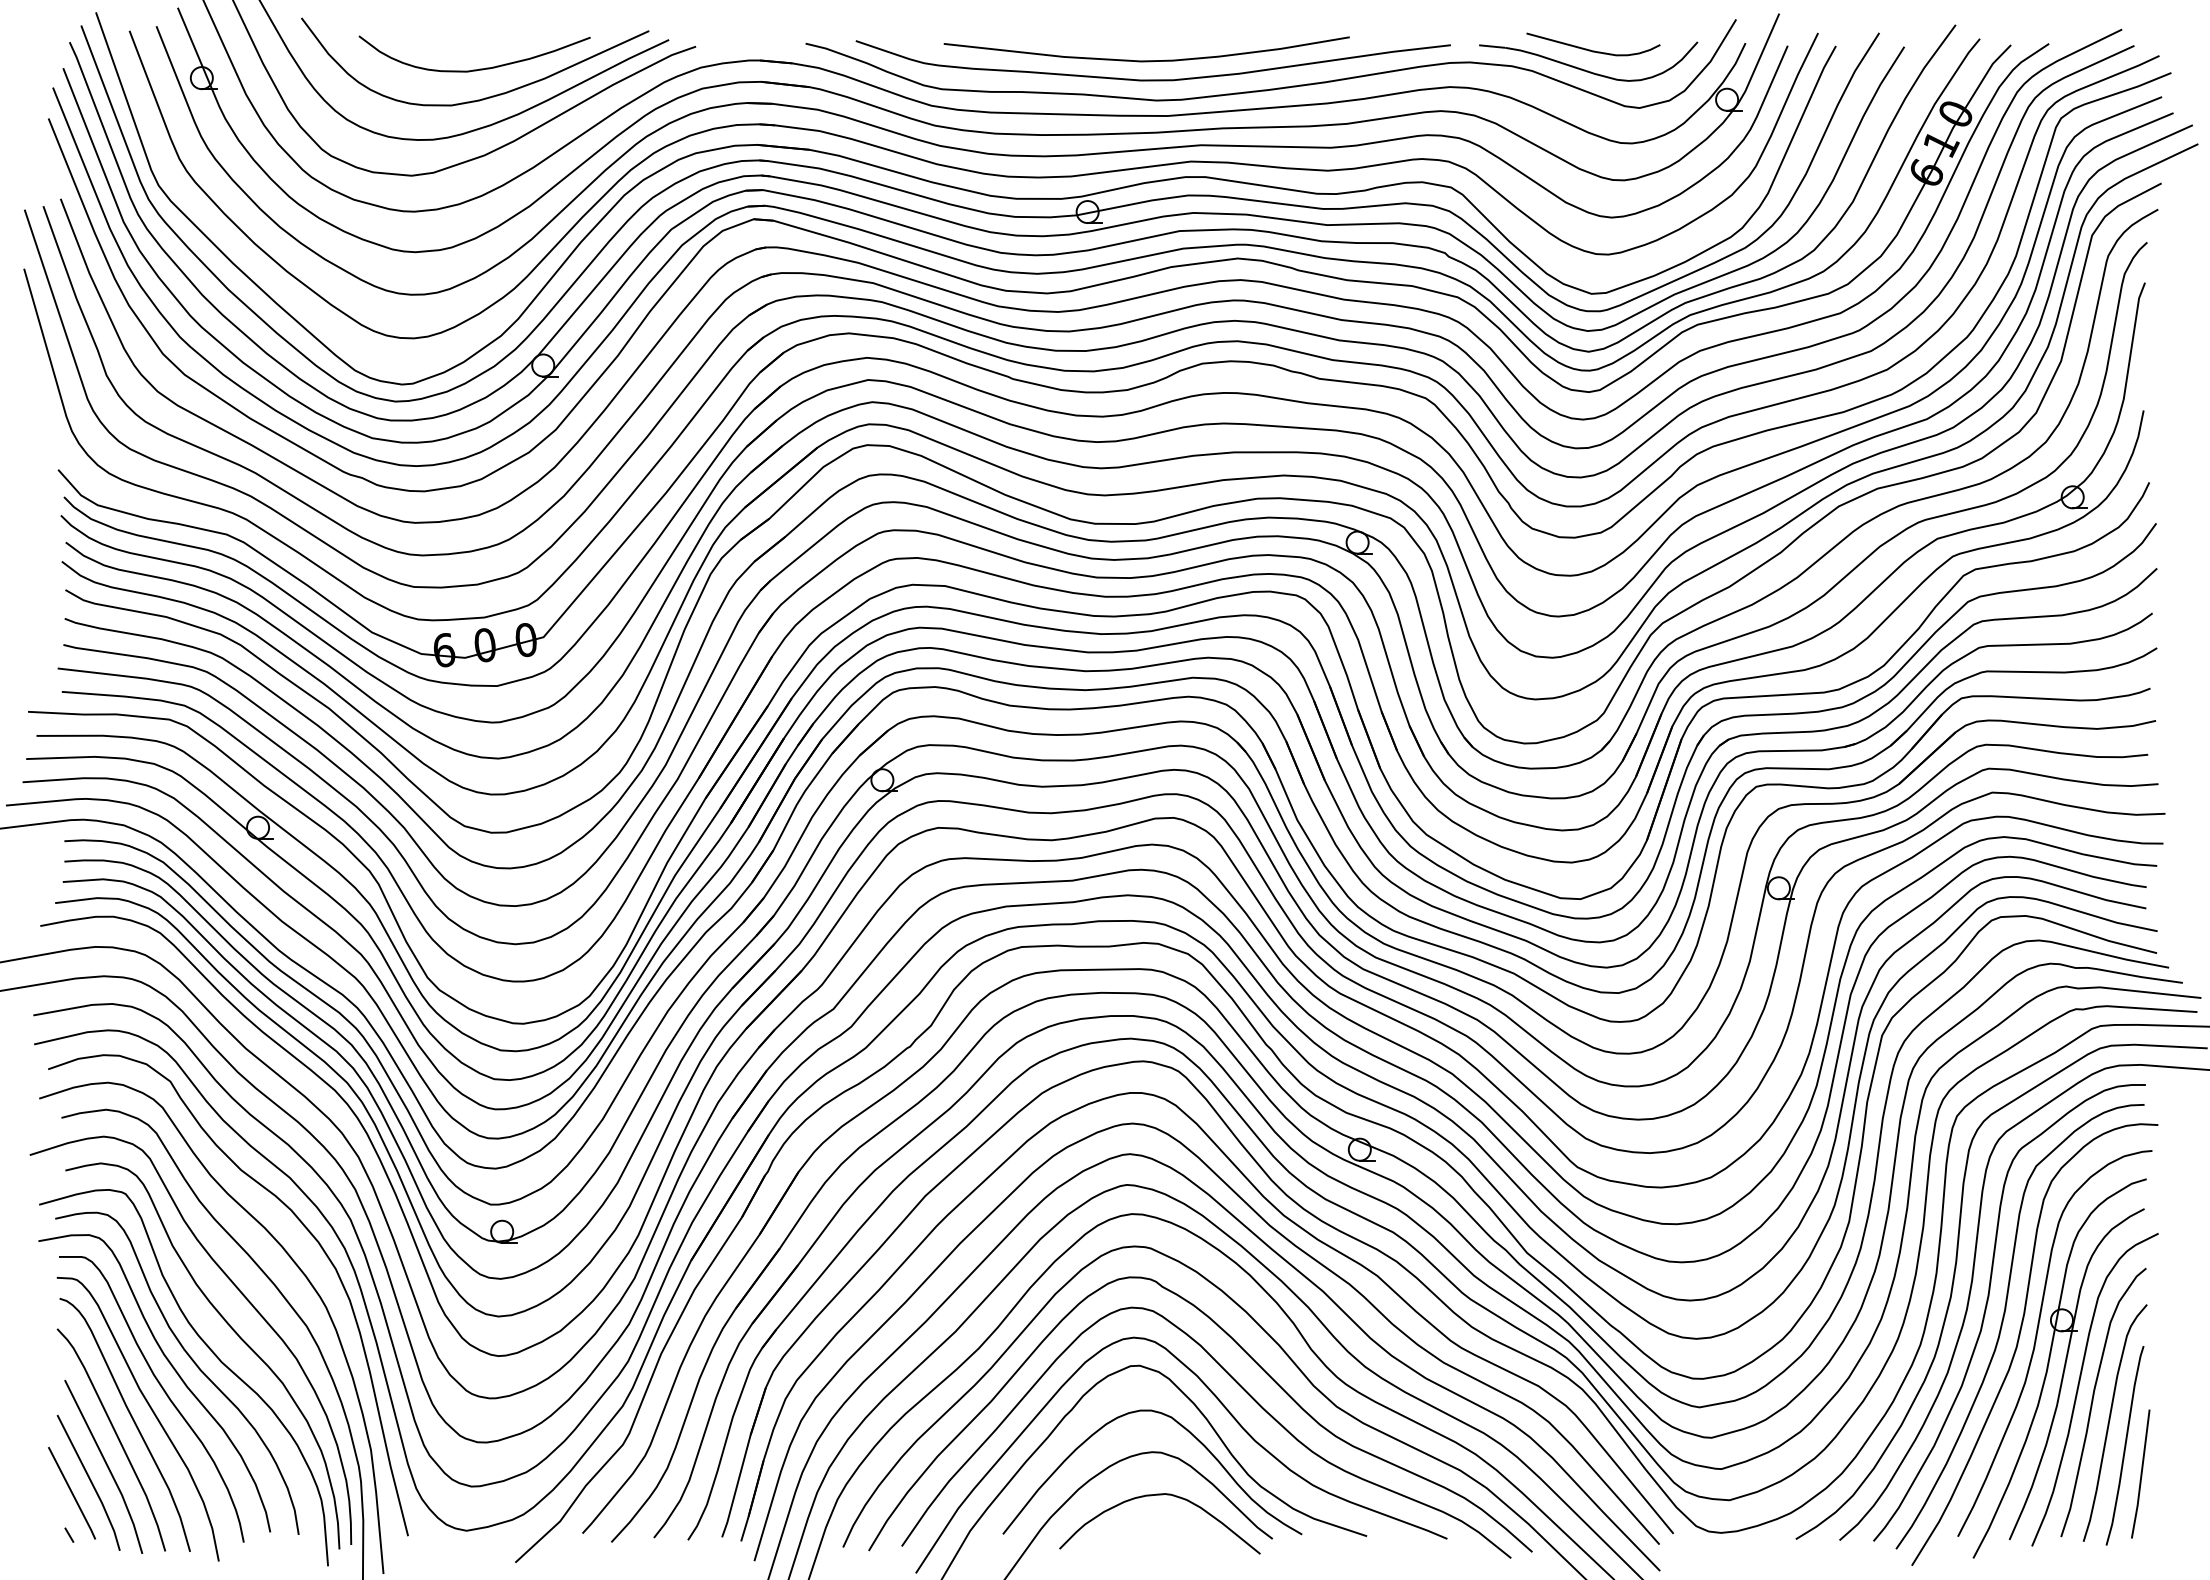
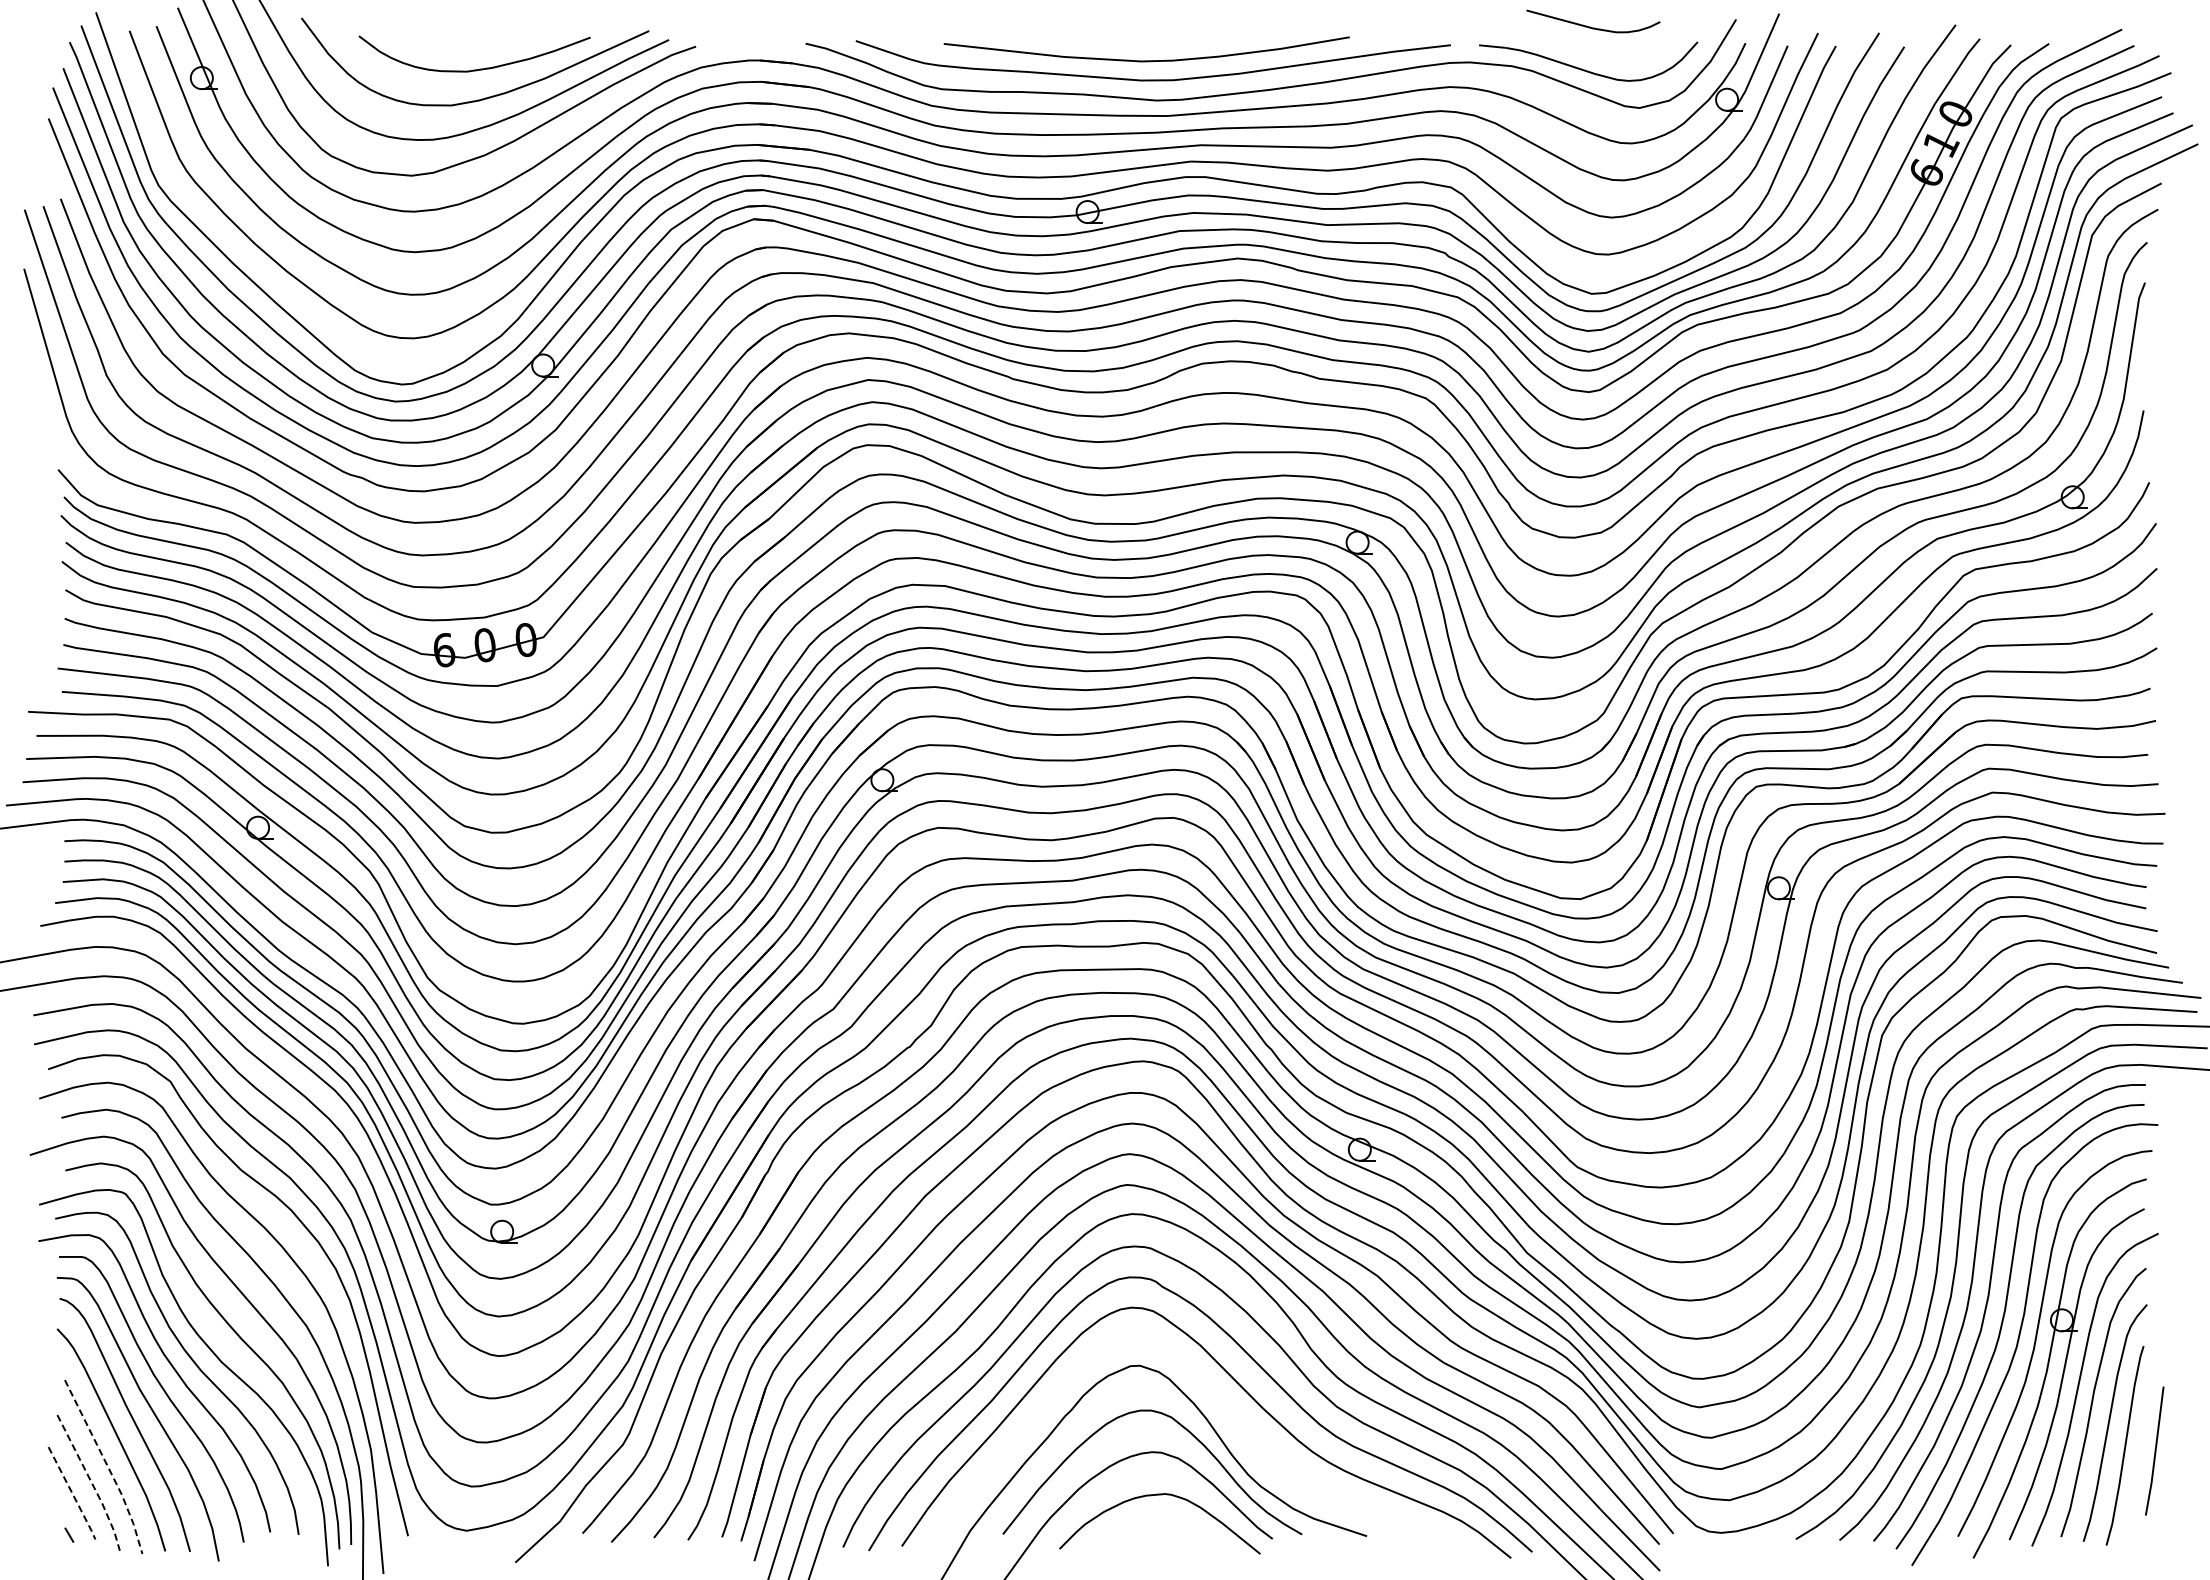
curve at (1590, 49) position: (1590, 49) -> (1590, 26)
curve at (1230, 1415): present -> none
line at (107, 1466): solid -> dashed
line at (2140, 1473) position: (2140, 1473) -> (2154, 1450)
line at (92, 1483): solid -> dashed
line at (72, 1494): solid -> dashed
